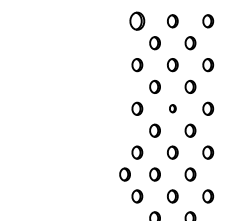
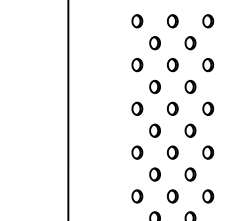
part at (137, 20) size: 17x20 px -> 13x15 px
part at (172, 108) size: 8x10 px -> 12x15 px
line at (68, 109): none -> present
part at (124, 174): present -> none
